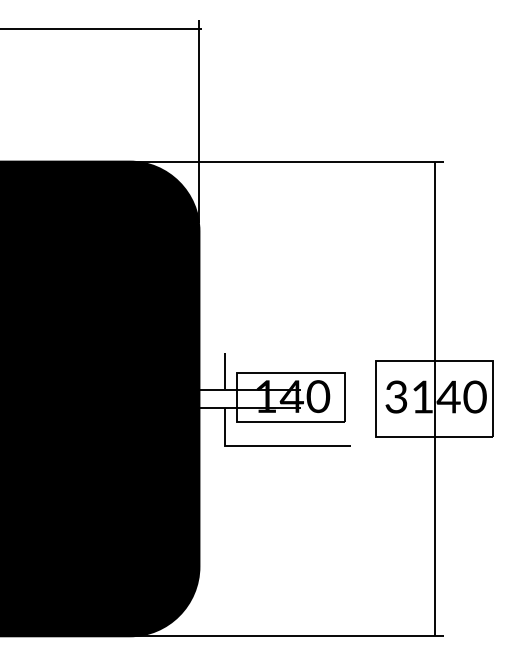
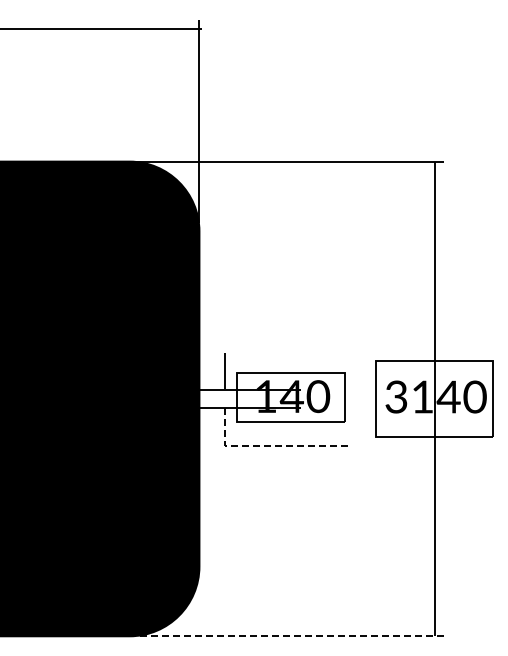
line at (268, 446): solid -> dashed
line at (288, 636): solid -> dashed
